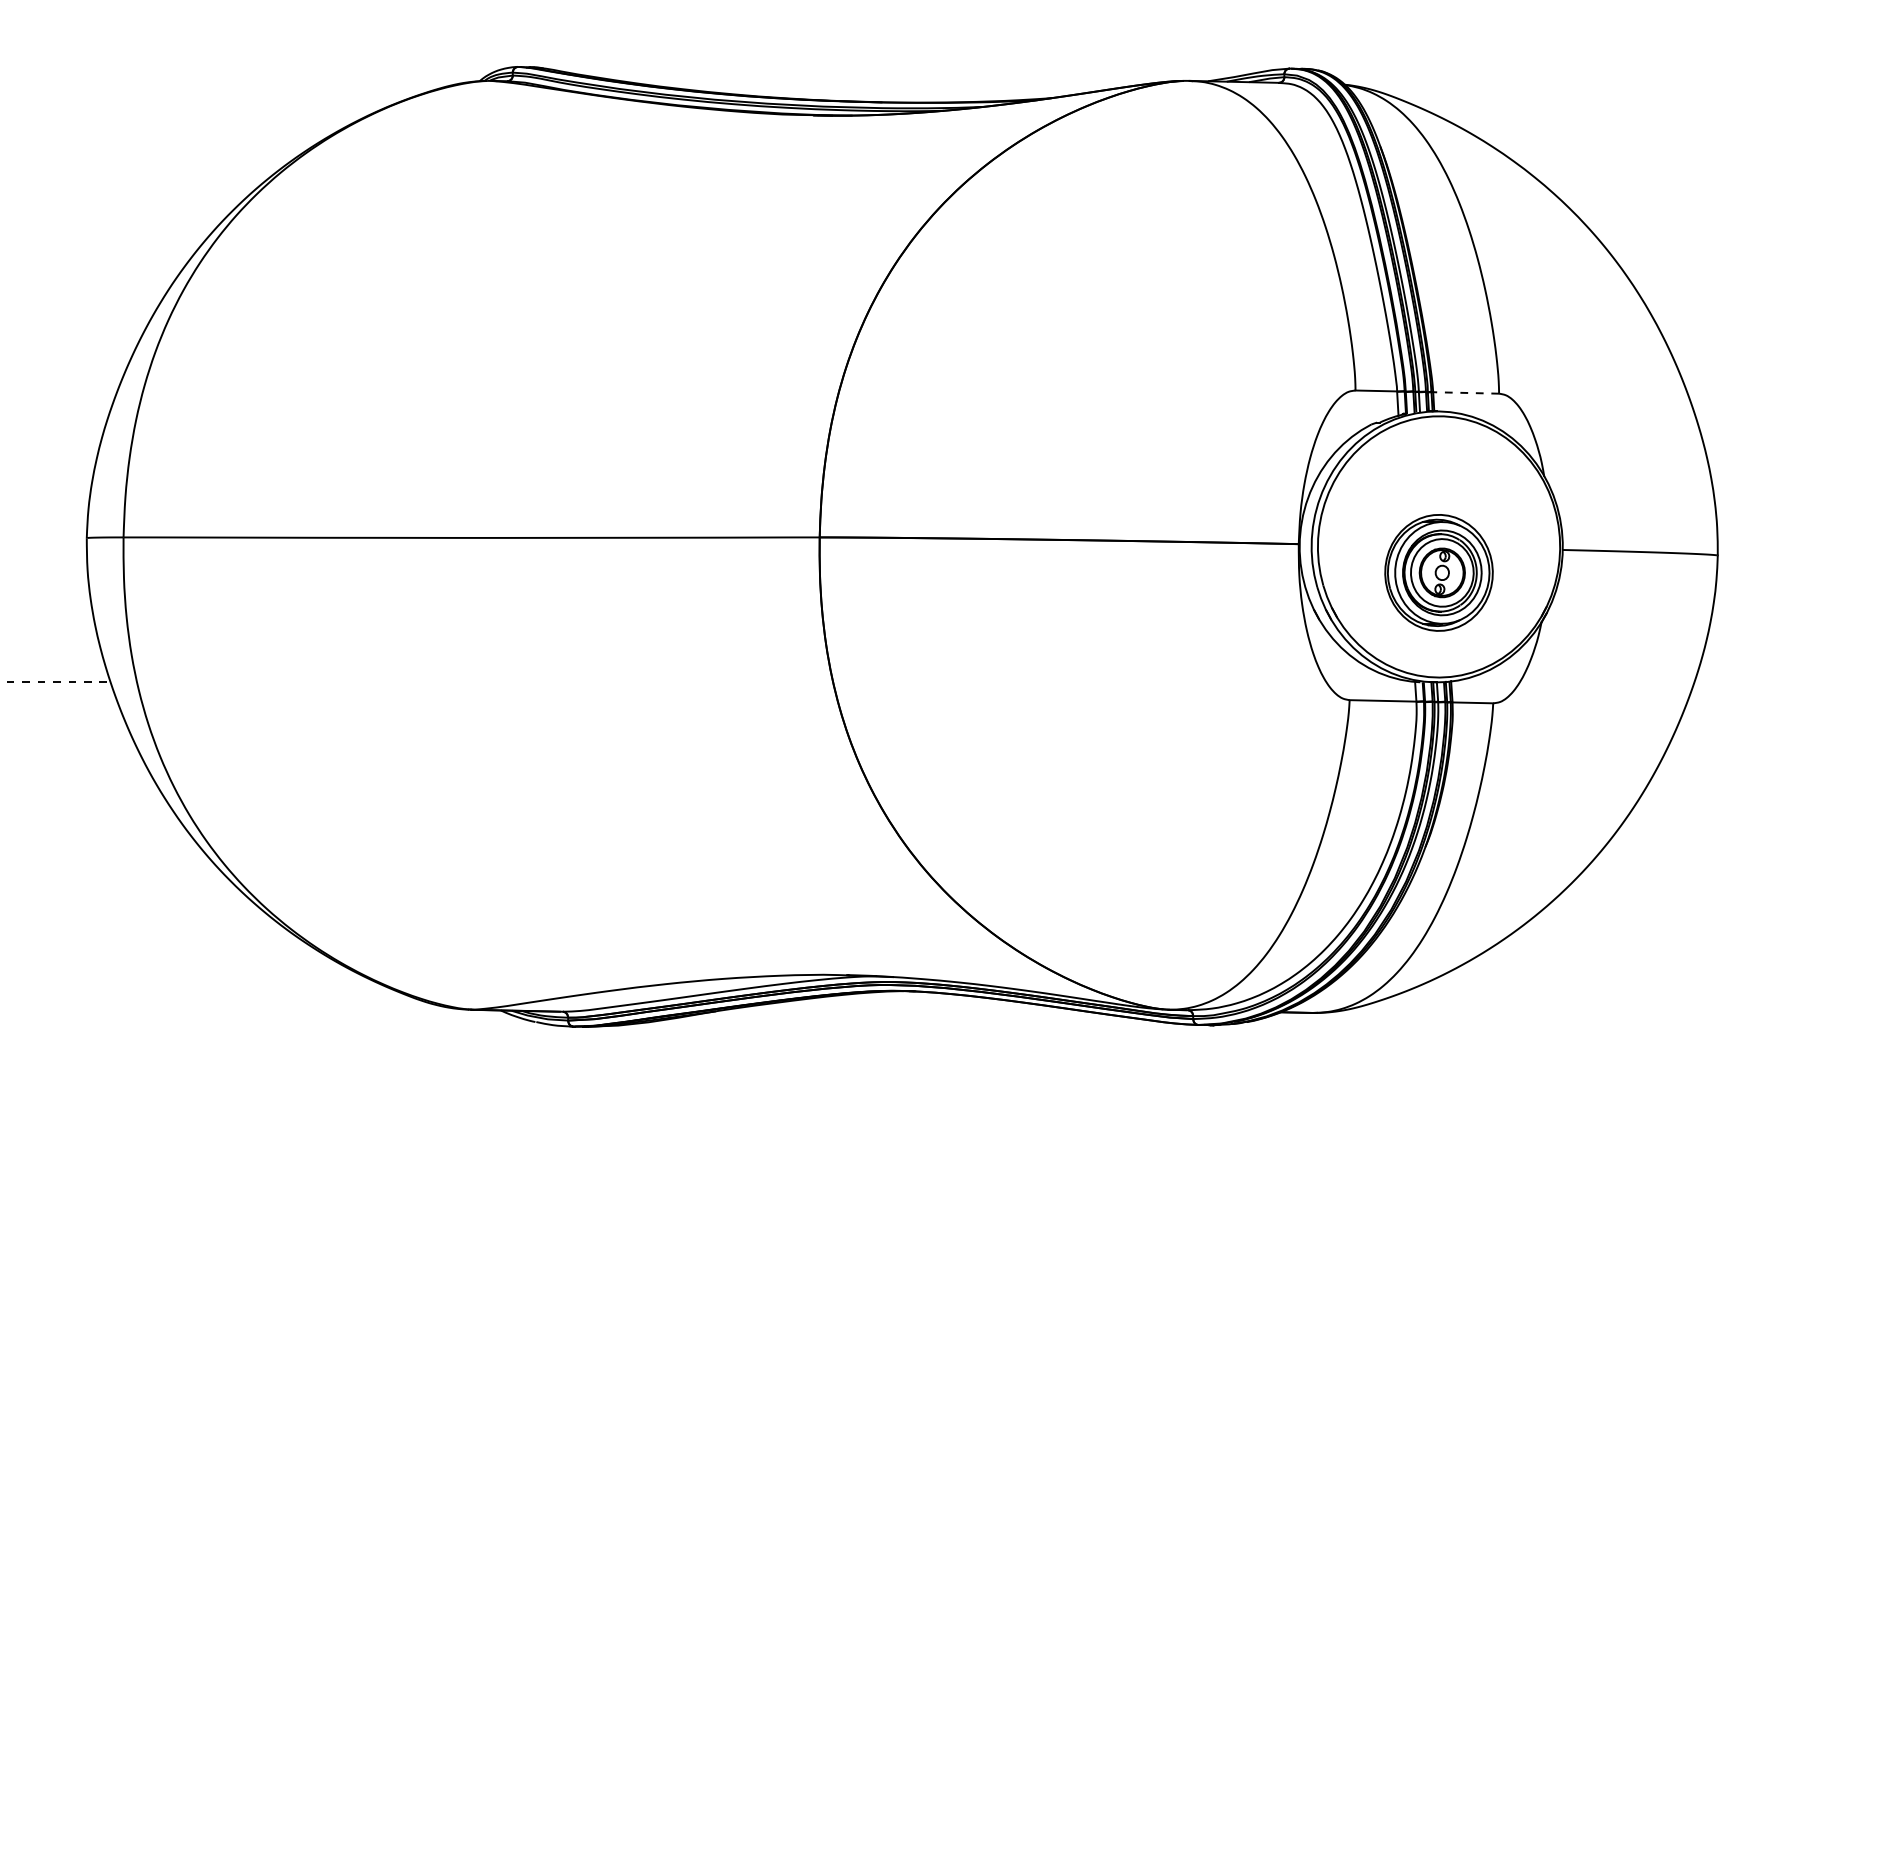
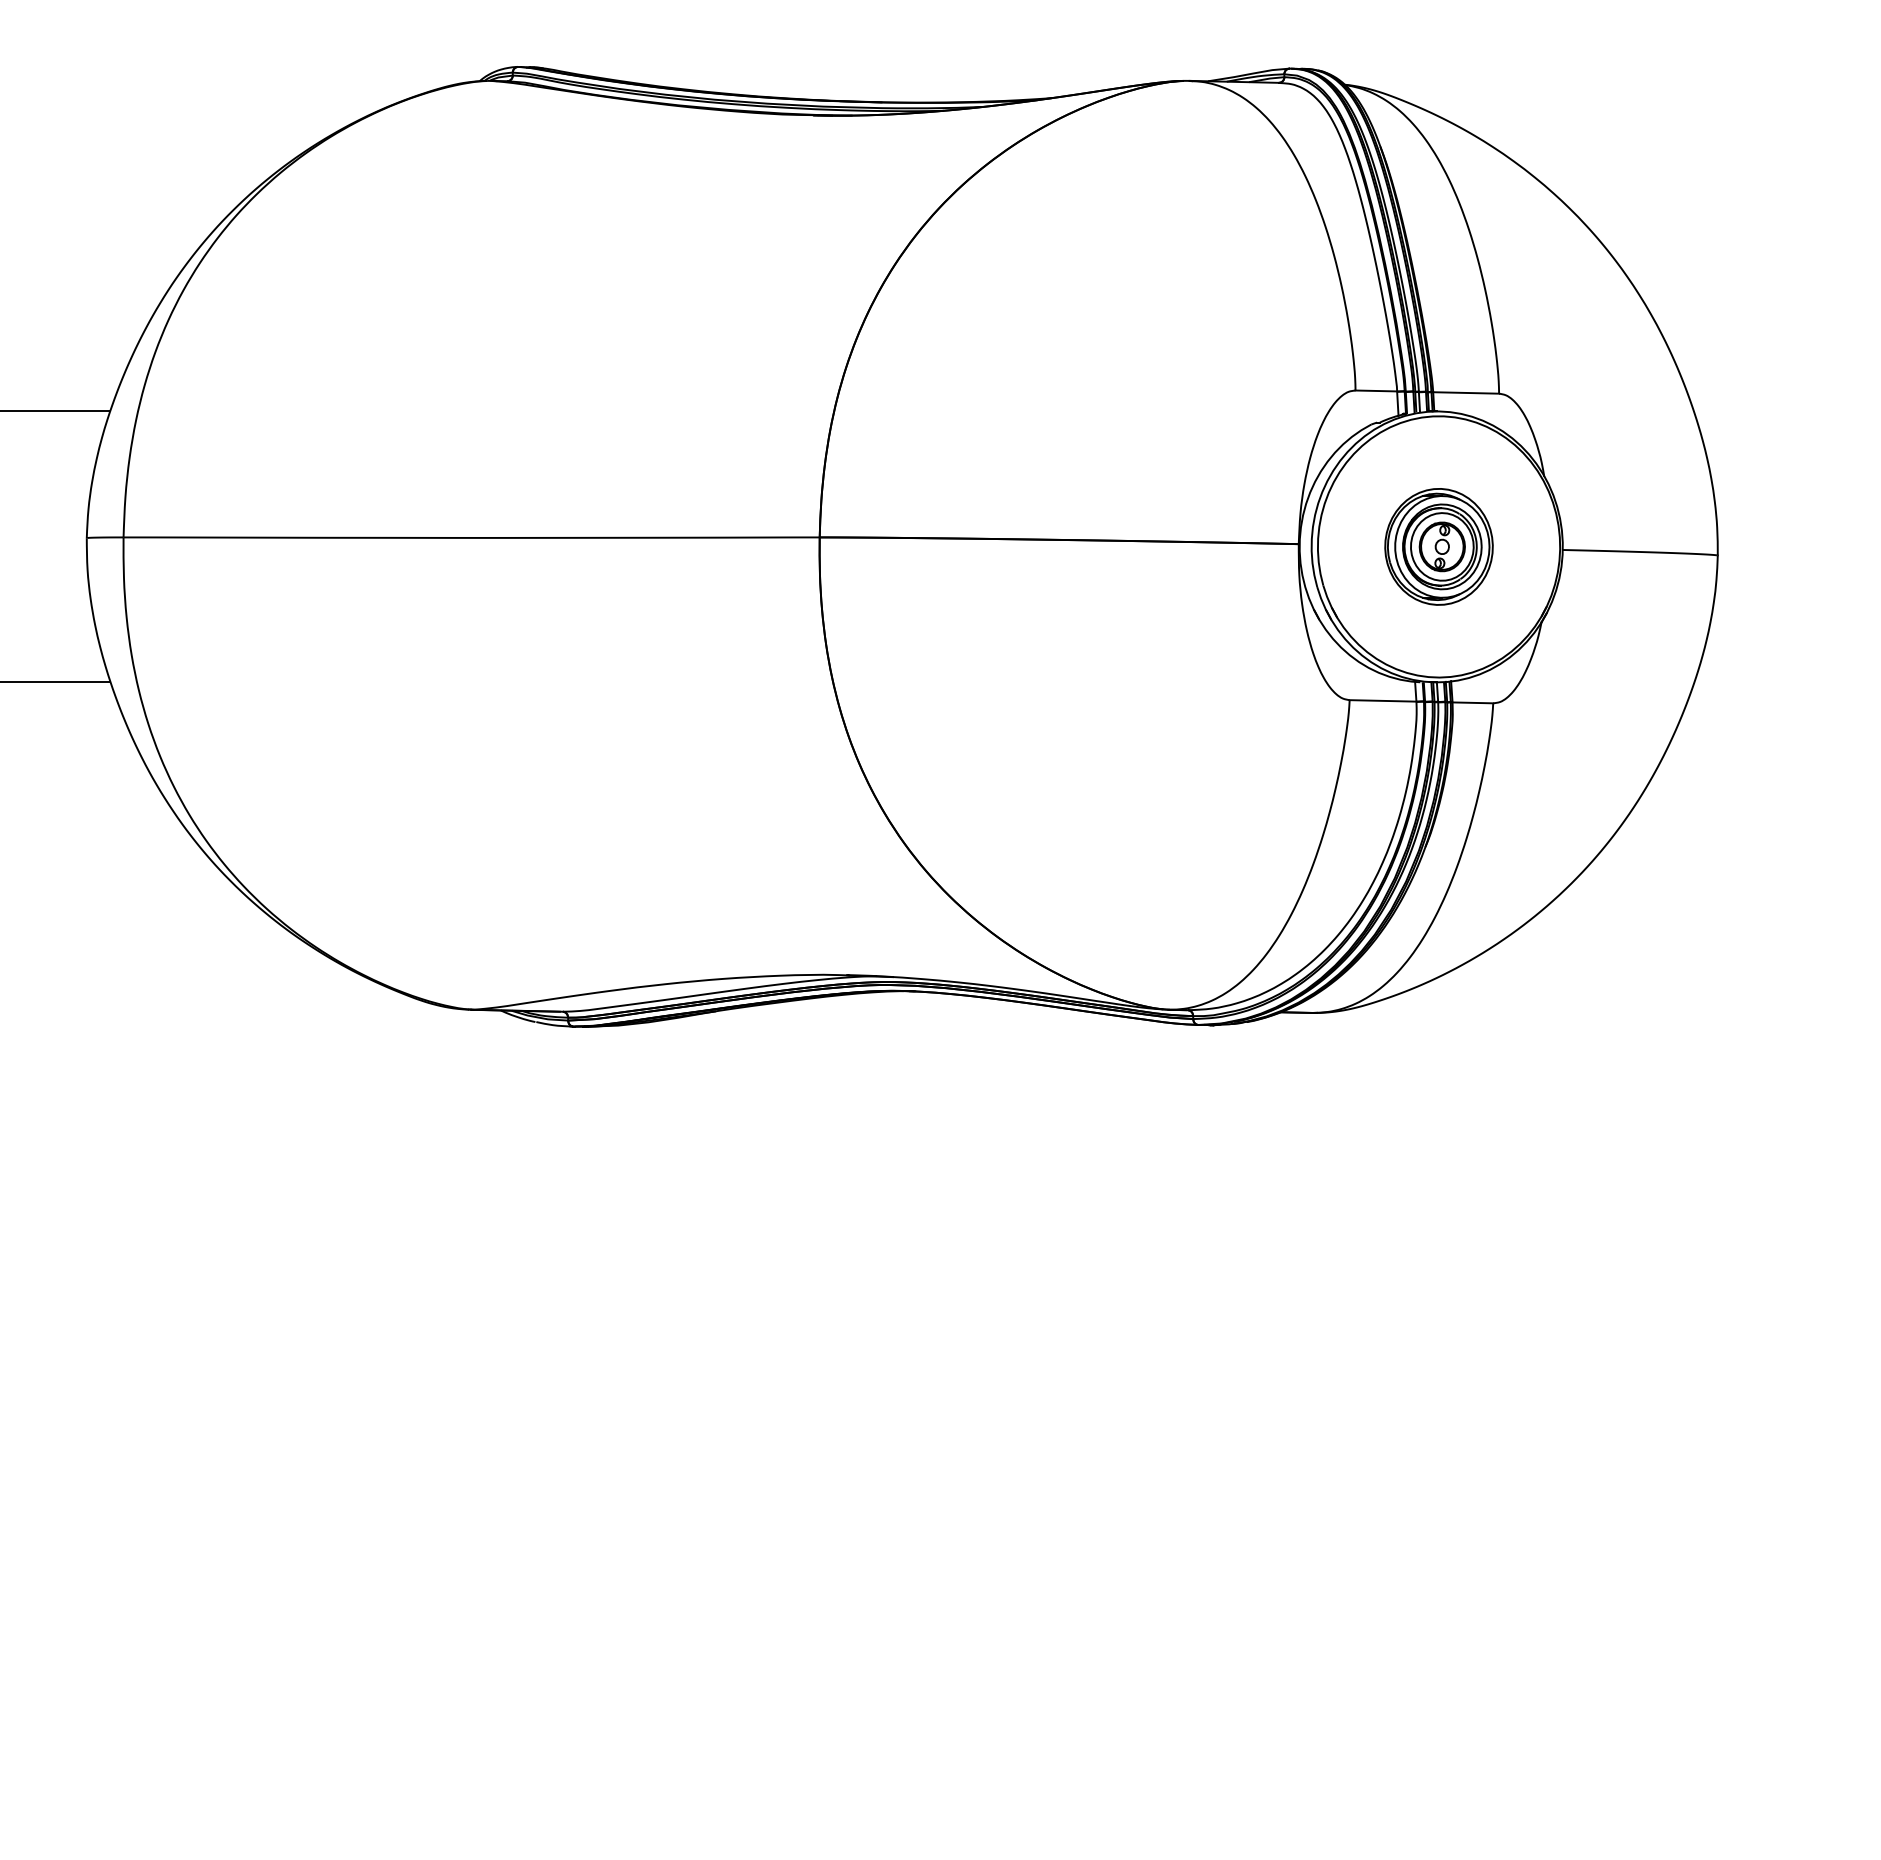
line at (1466, 392): dashed -> solid
line at (55, 411): none -> present
part at (1438, 572) position: (1438, 572) -> (1438, 546)
line at (55, 682): dashed -> solid
